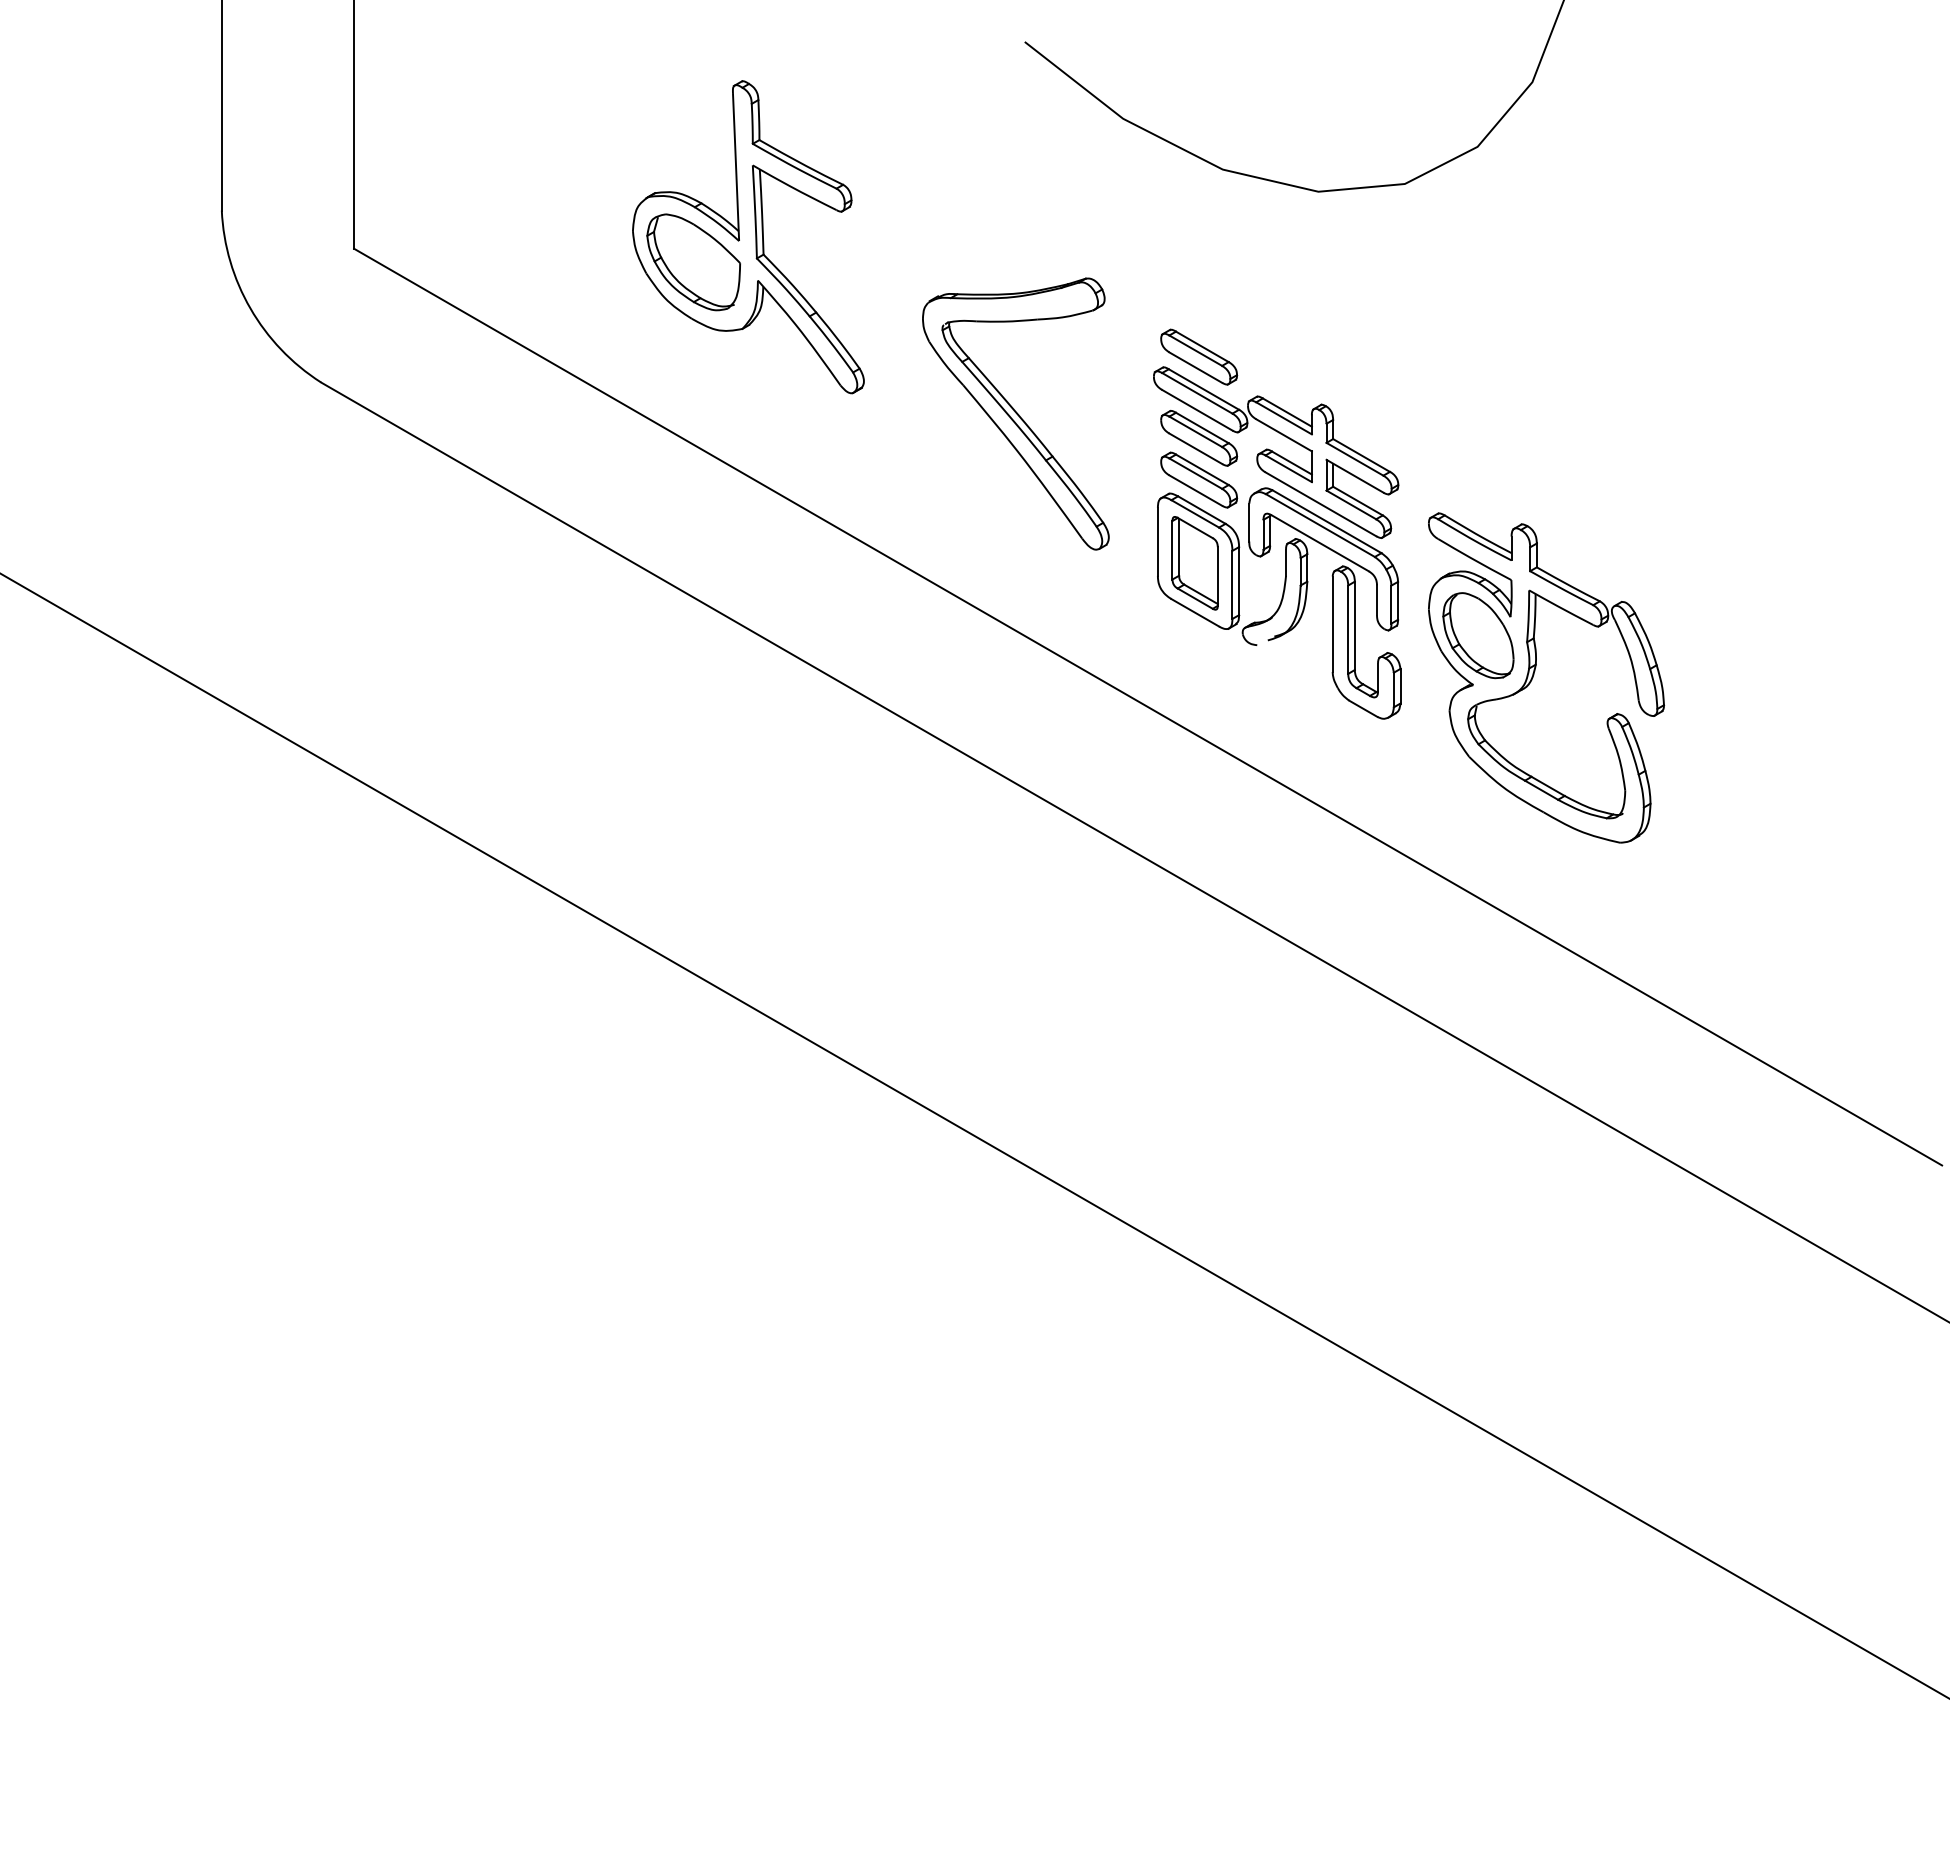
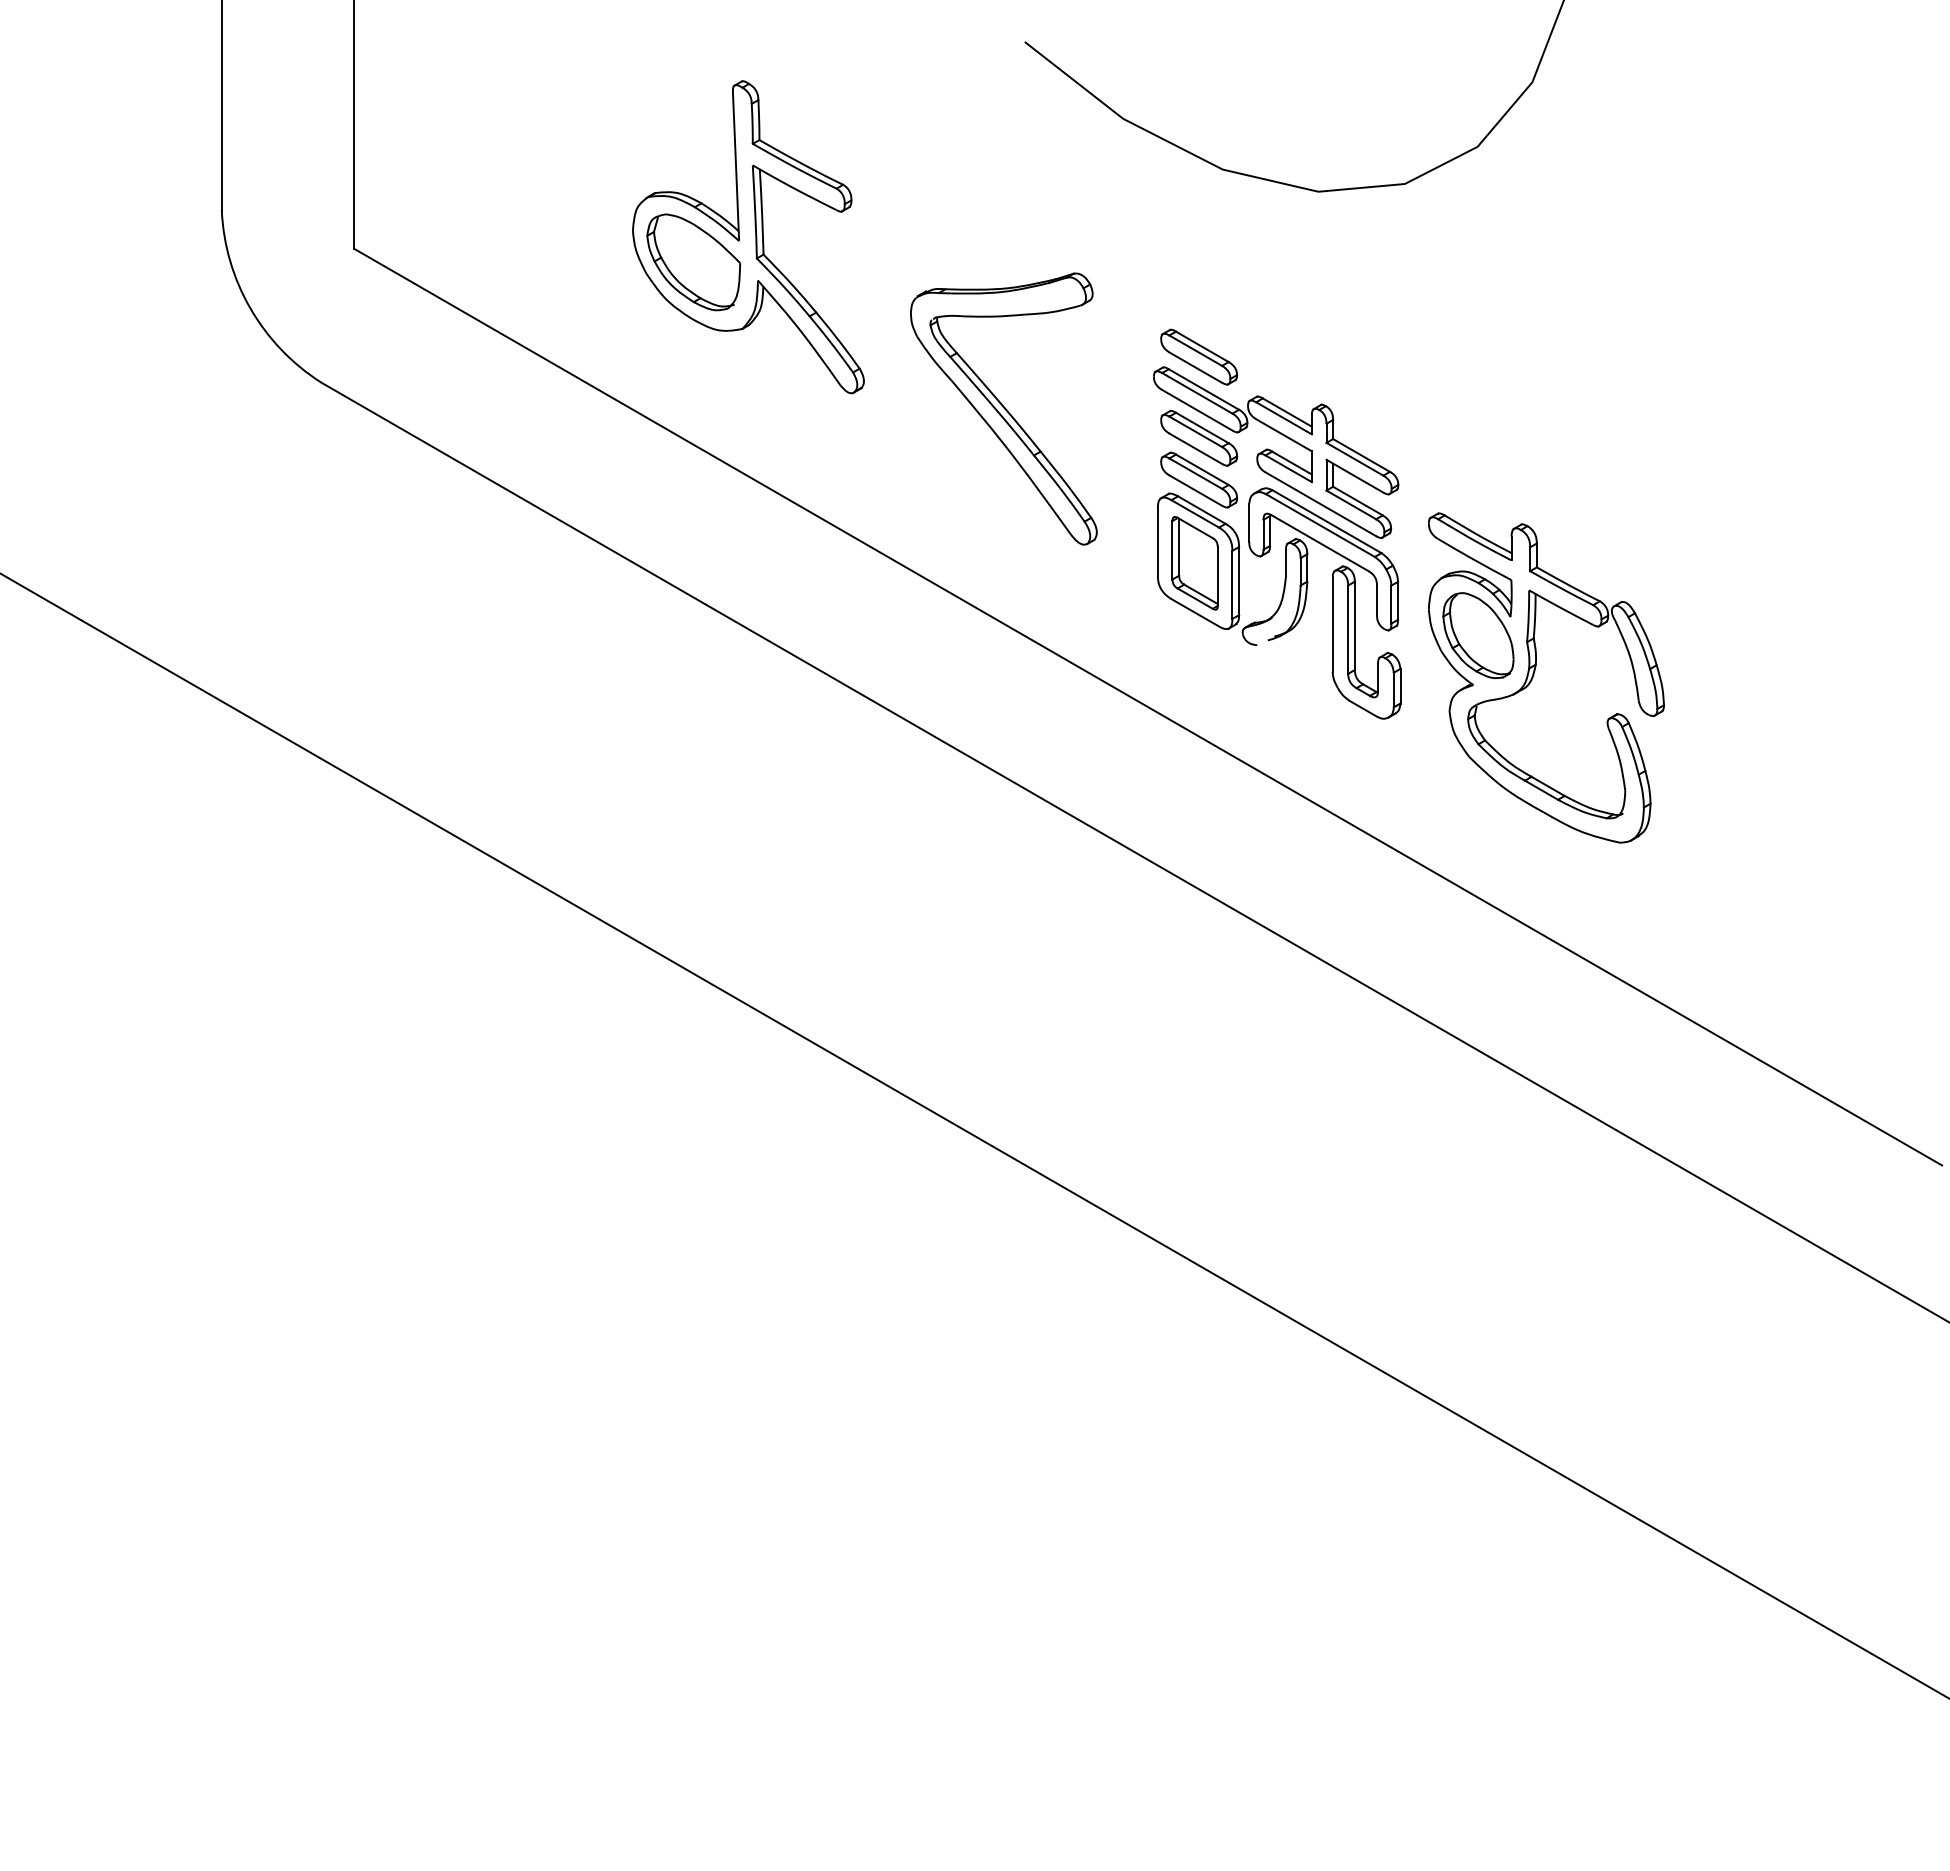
part at (1015, 413) position: (1015, 413) -> (1003, 408)
